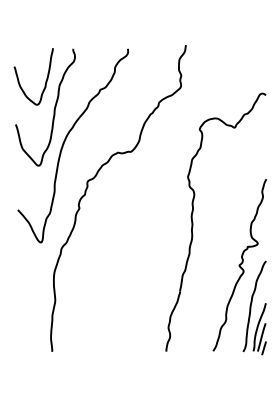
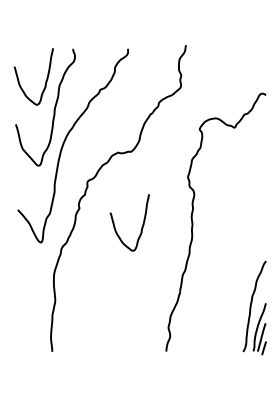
curve at (141, 226): none -> present
curve at (239, 265): present -> none
